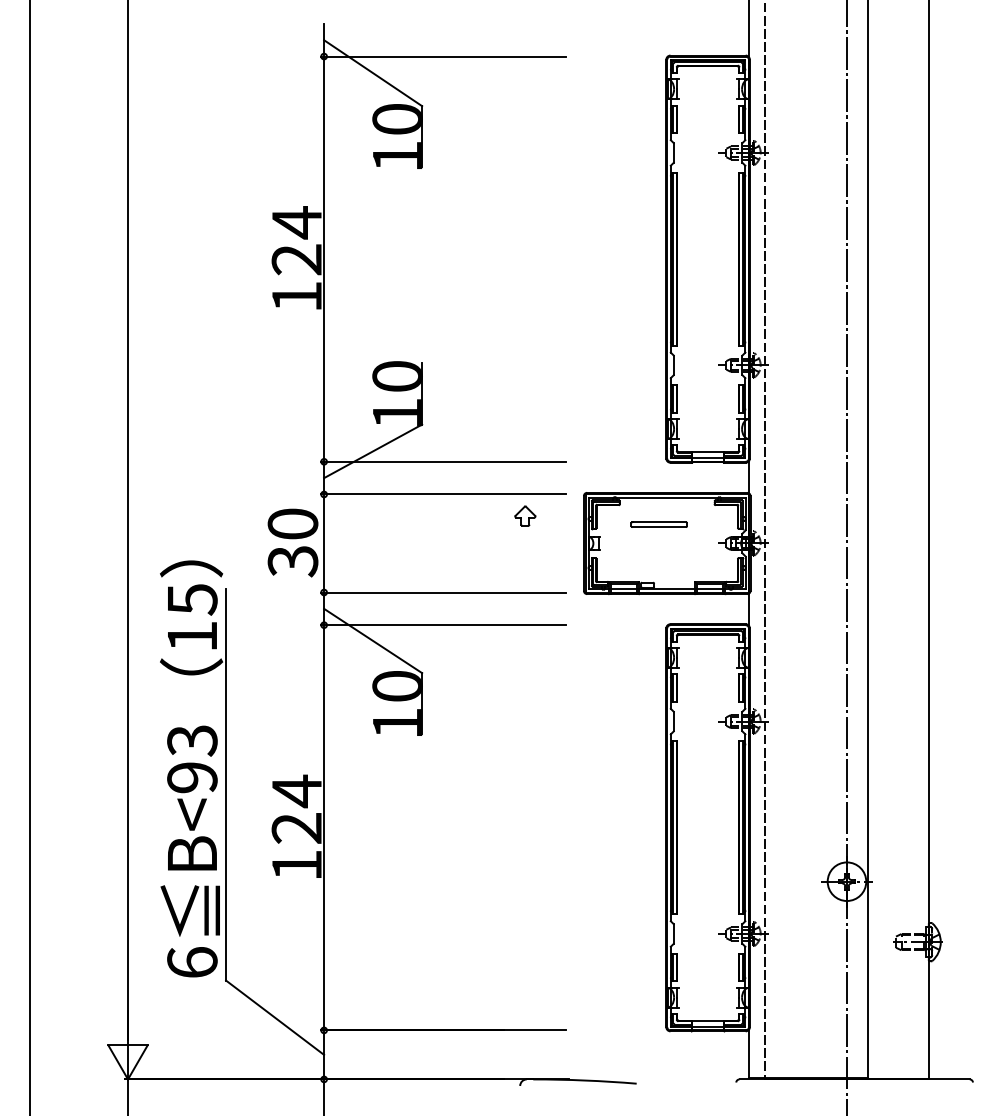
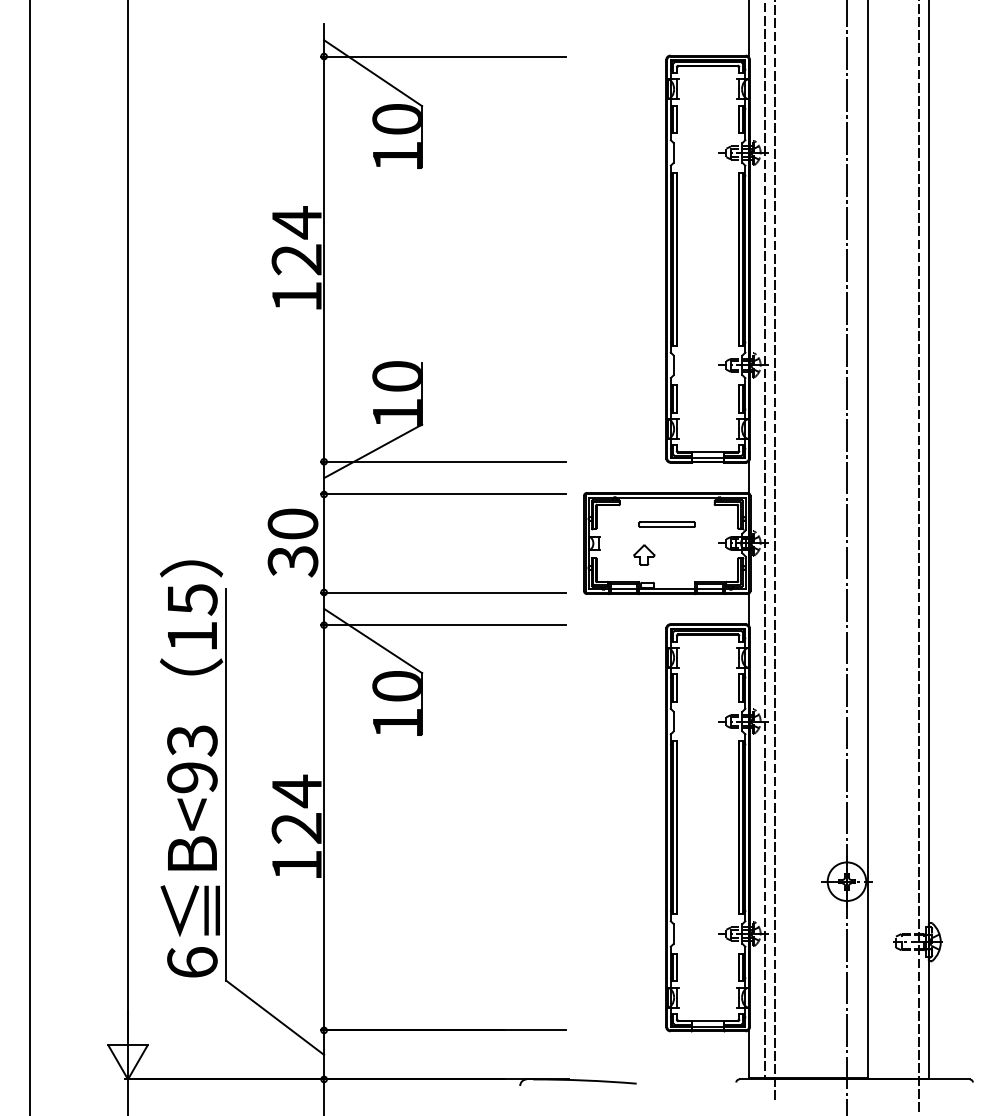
part at (525, 515) position: (525, 515) -> (644, 554)
part at (658, 524) position: (658, 524) -> (666, 524)
line at (775, 551): none -> present
line at (918, 557): none -> present
